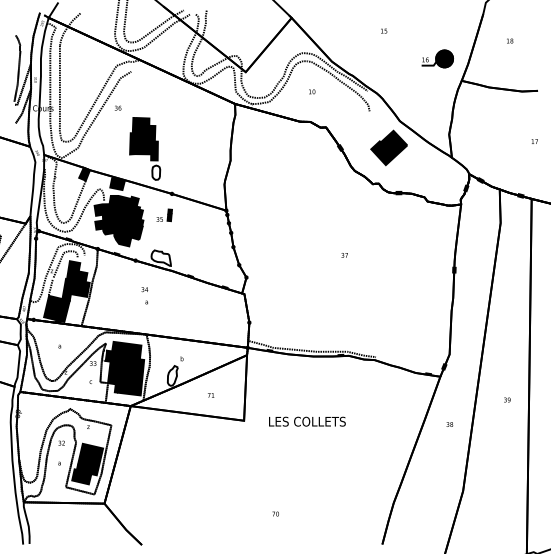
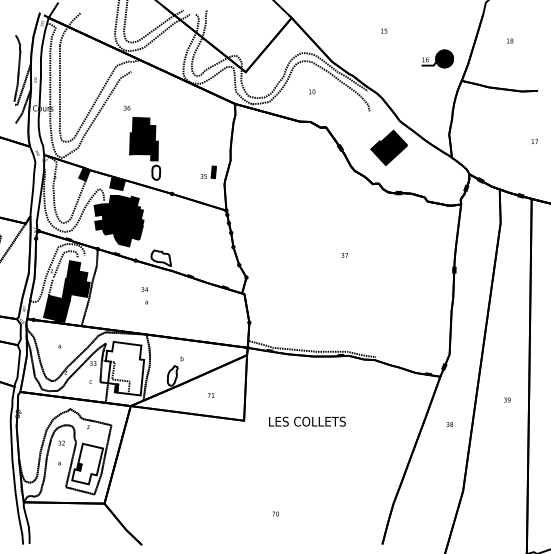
text at (117, 107) position: (117, 107) -> (126, 107)
part at (164, 215) position: (164, 215) -> (208, 172)
fill at (124, 368): present -> none
fill at (87, 463): present -> none
